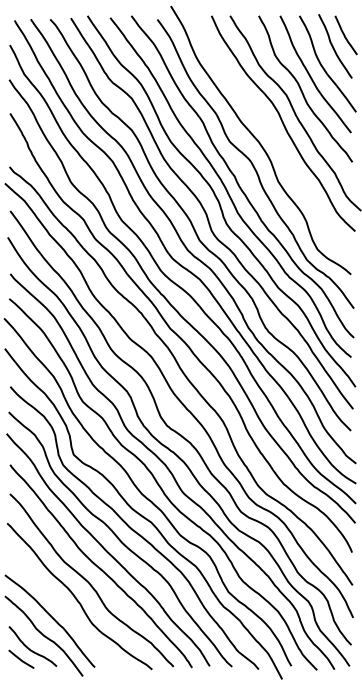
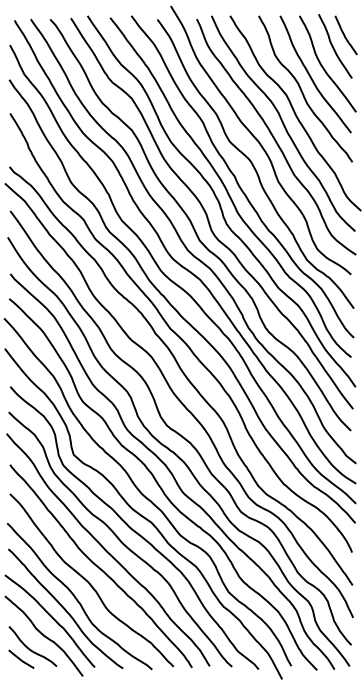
curve at (275, 138): none -> present
curve at (65, 608): none -> present
